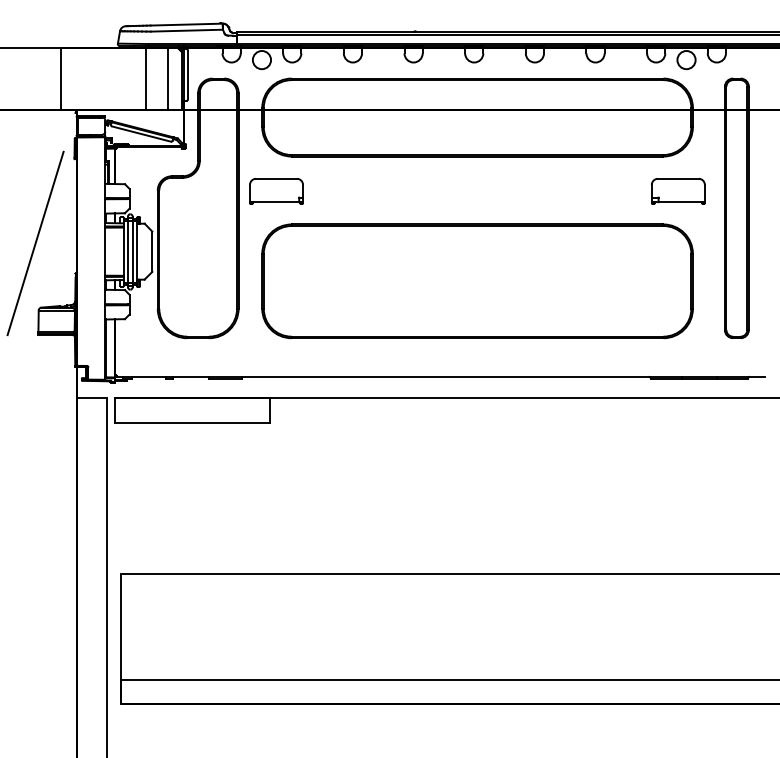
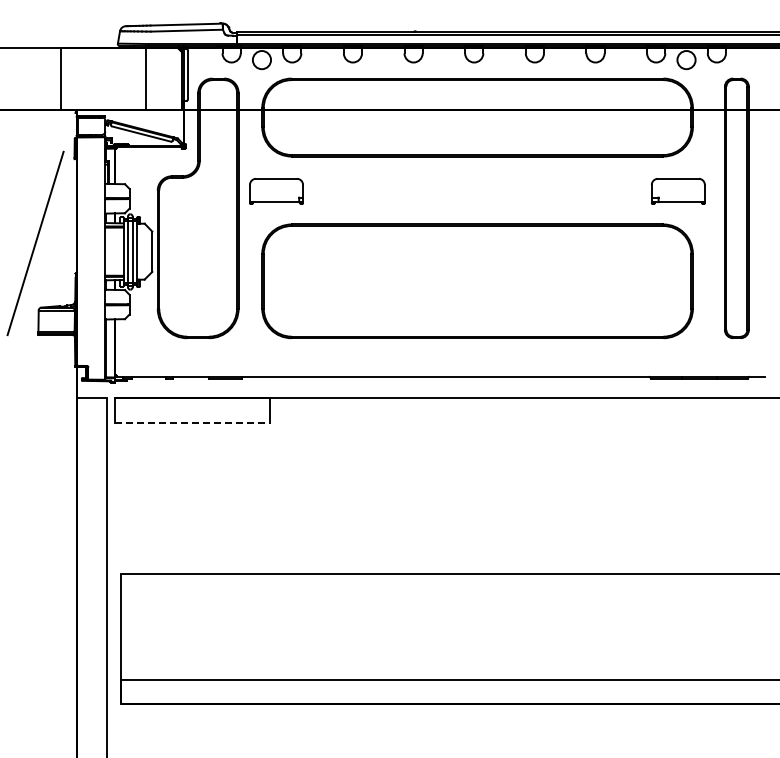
line at (167, 78): present -> none
line at (193, 422): solid -> dashed
